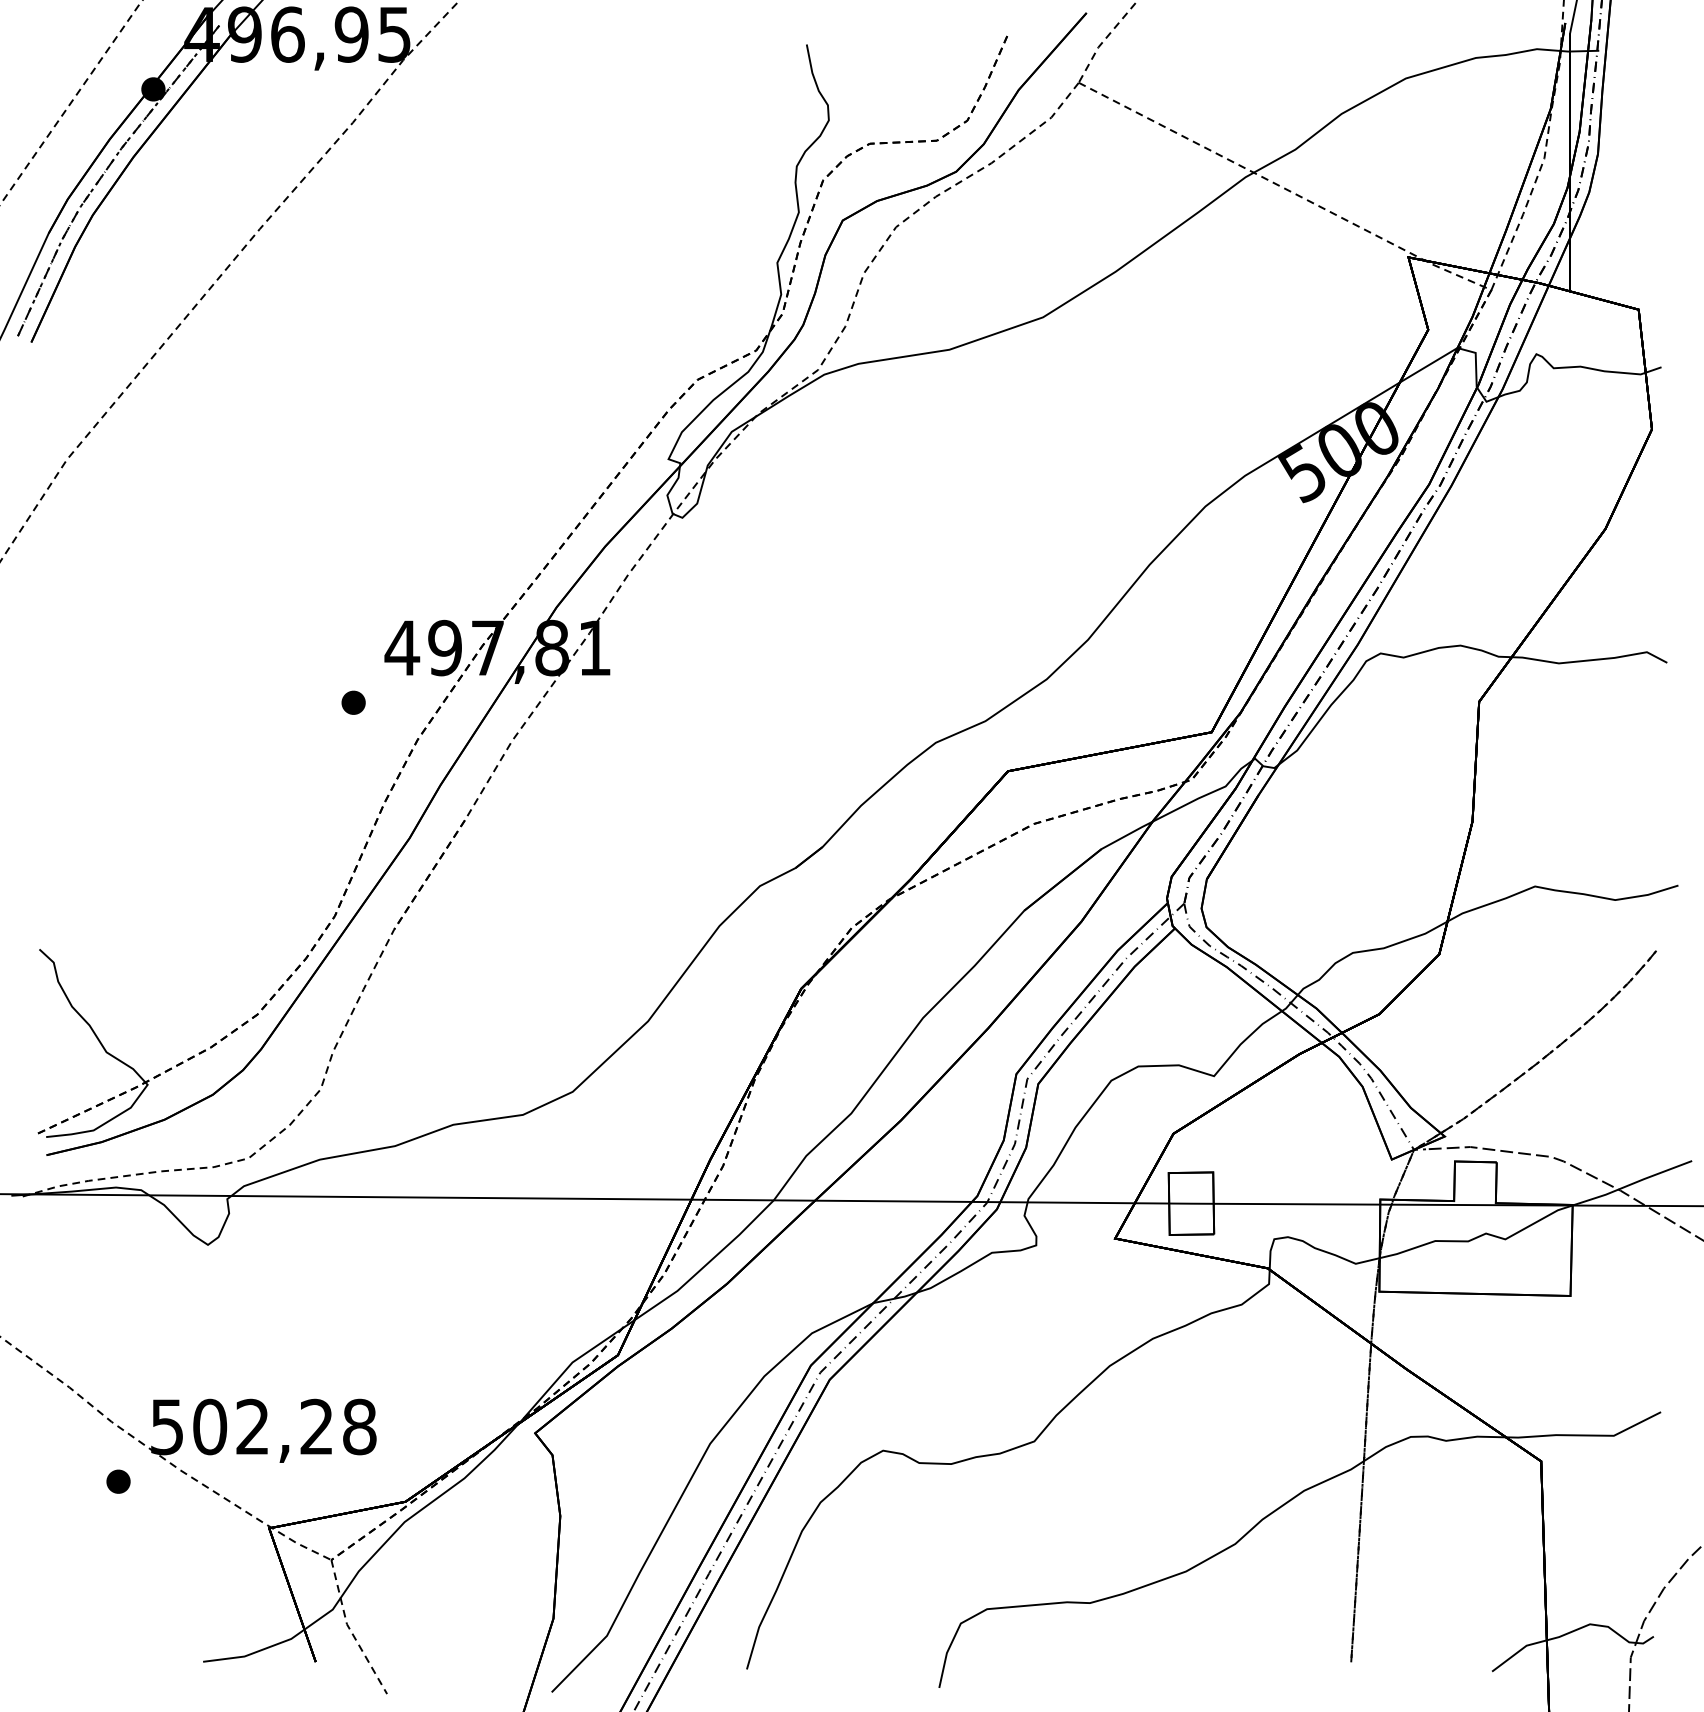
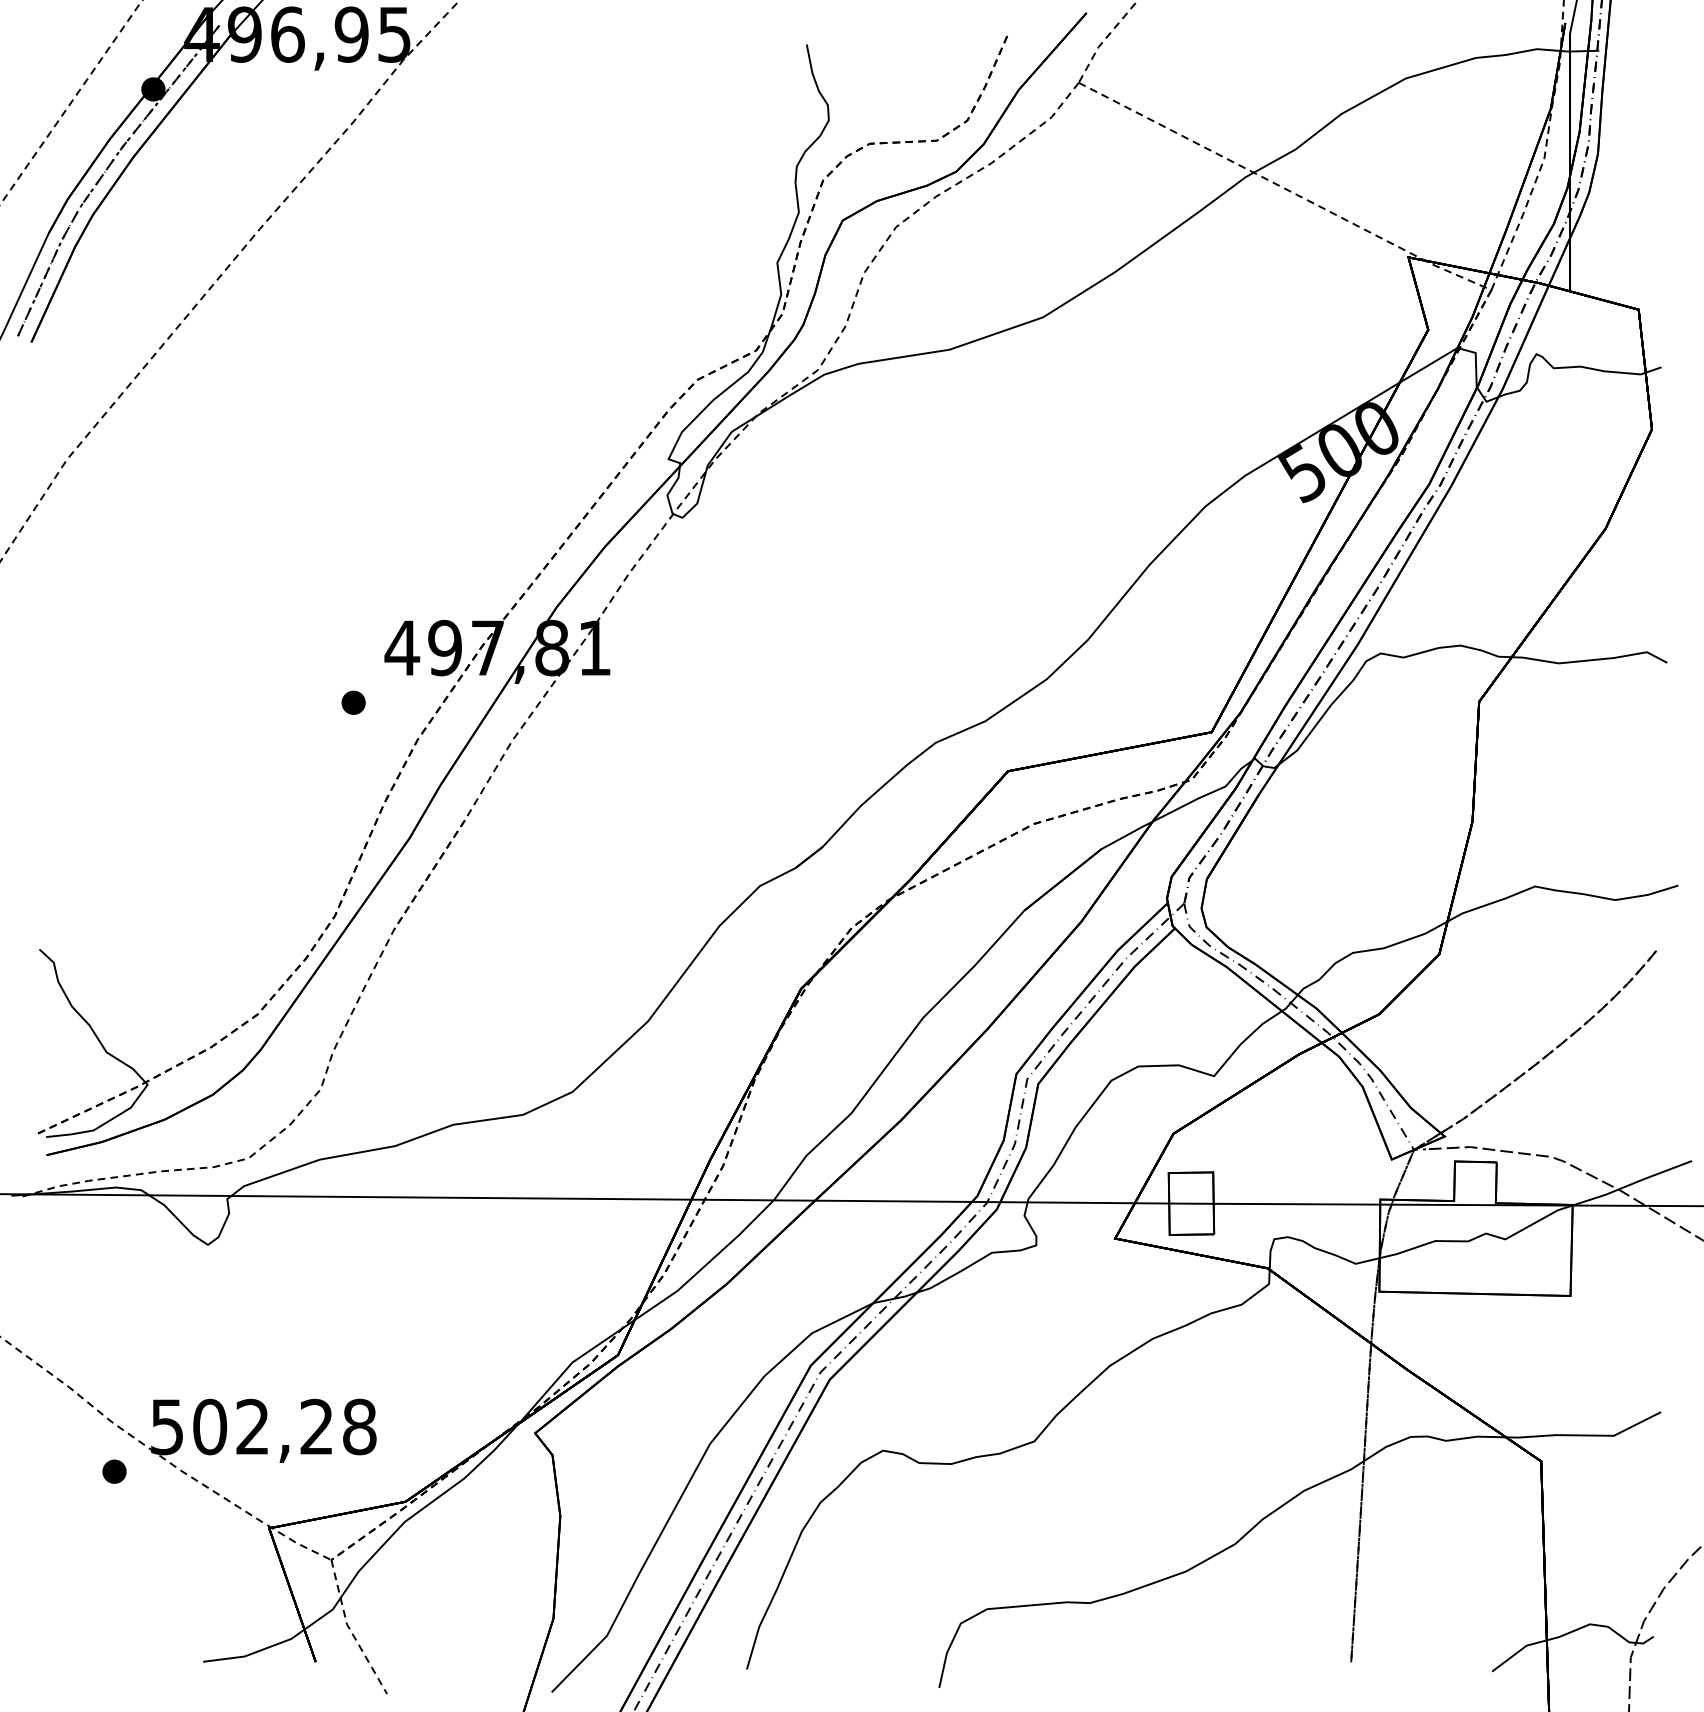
part at (118, 1481) position: (118, 1481) -> (114, 1471)
